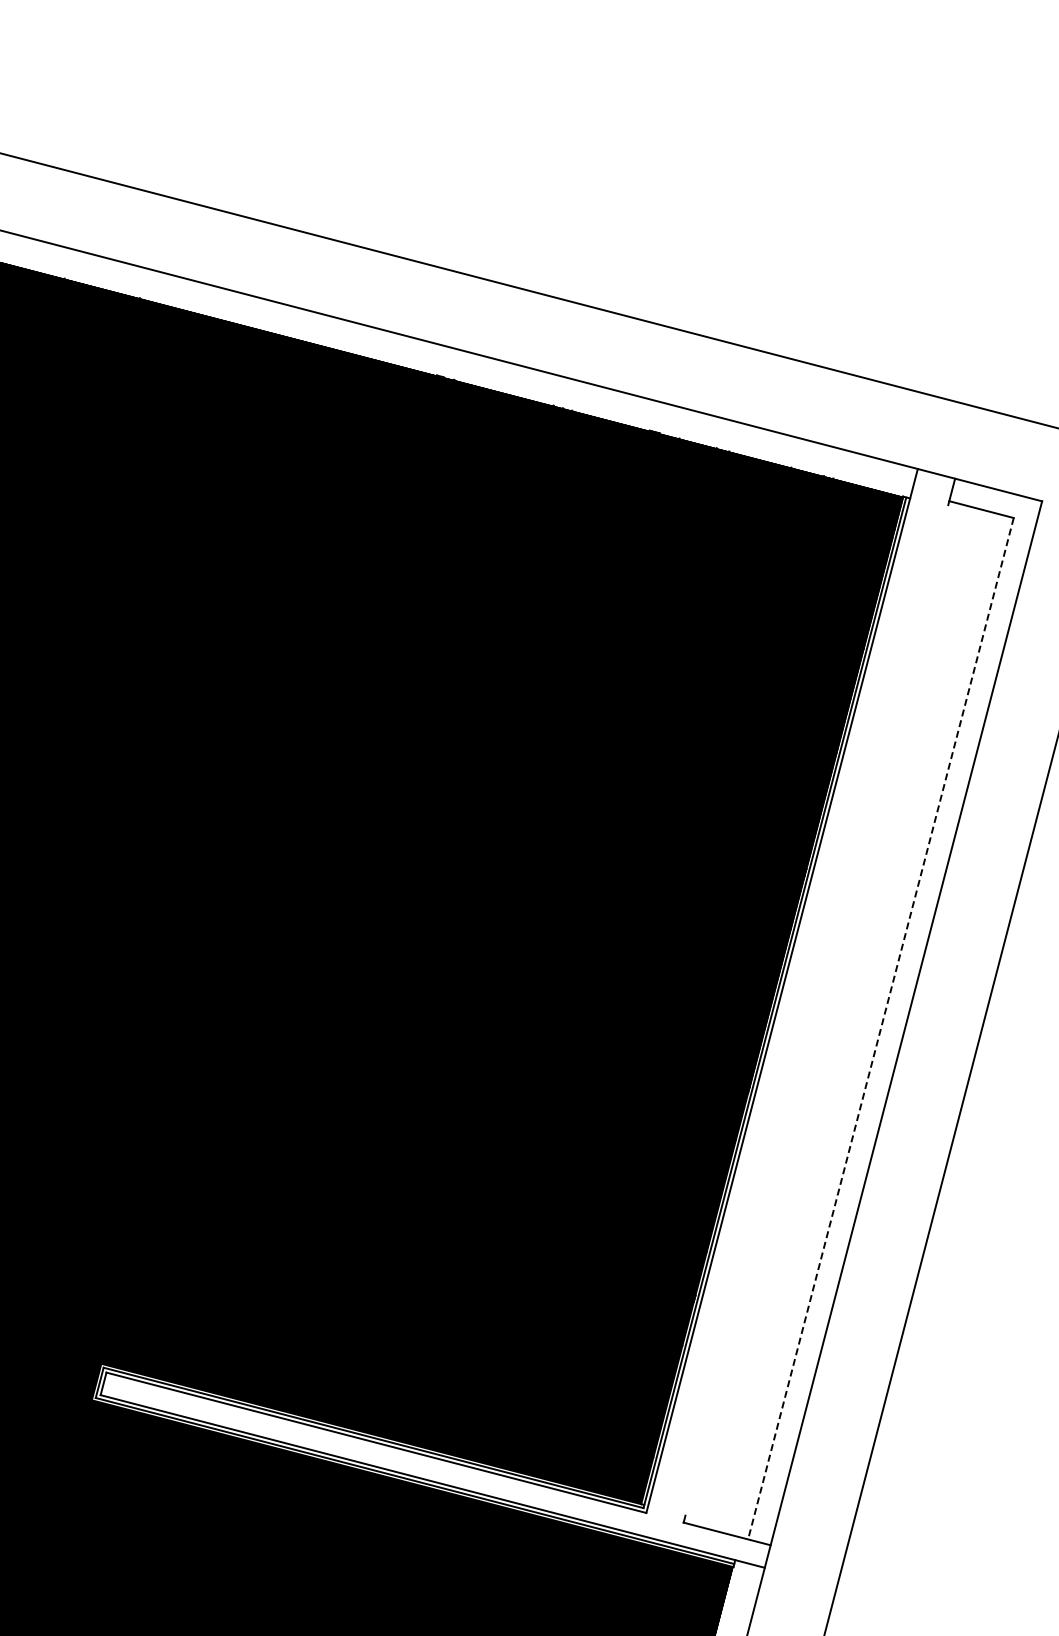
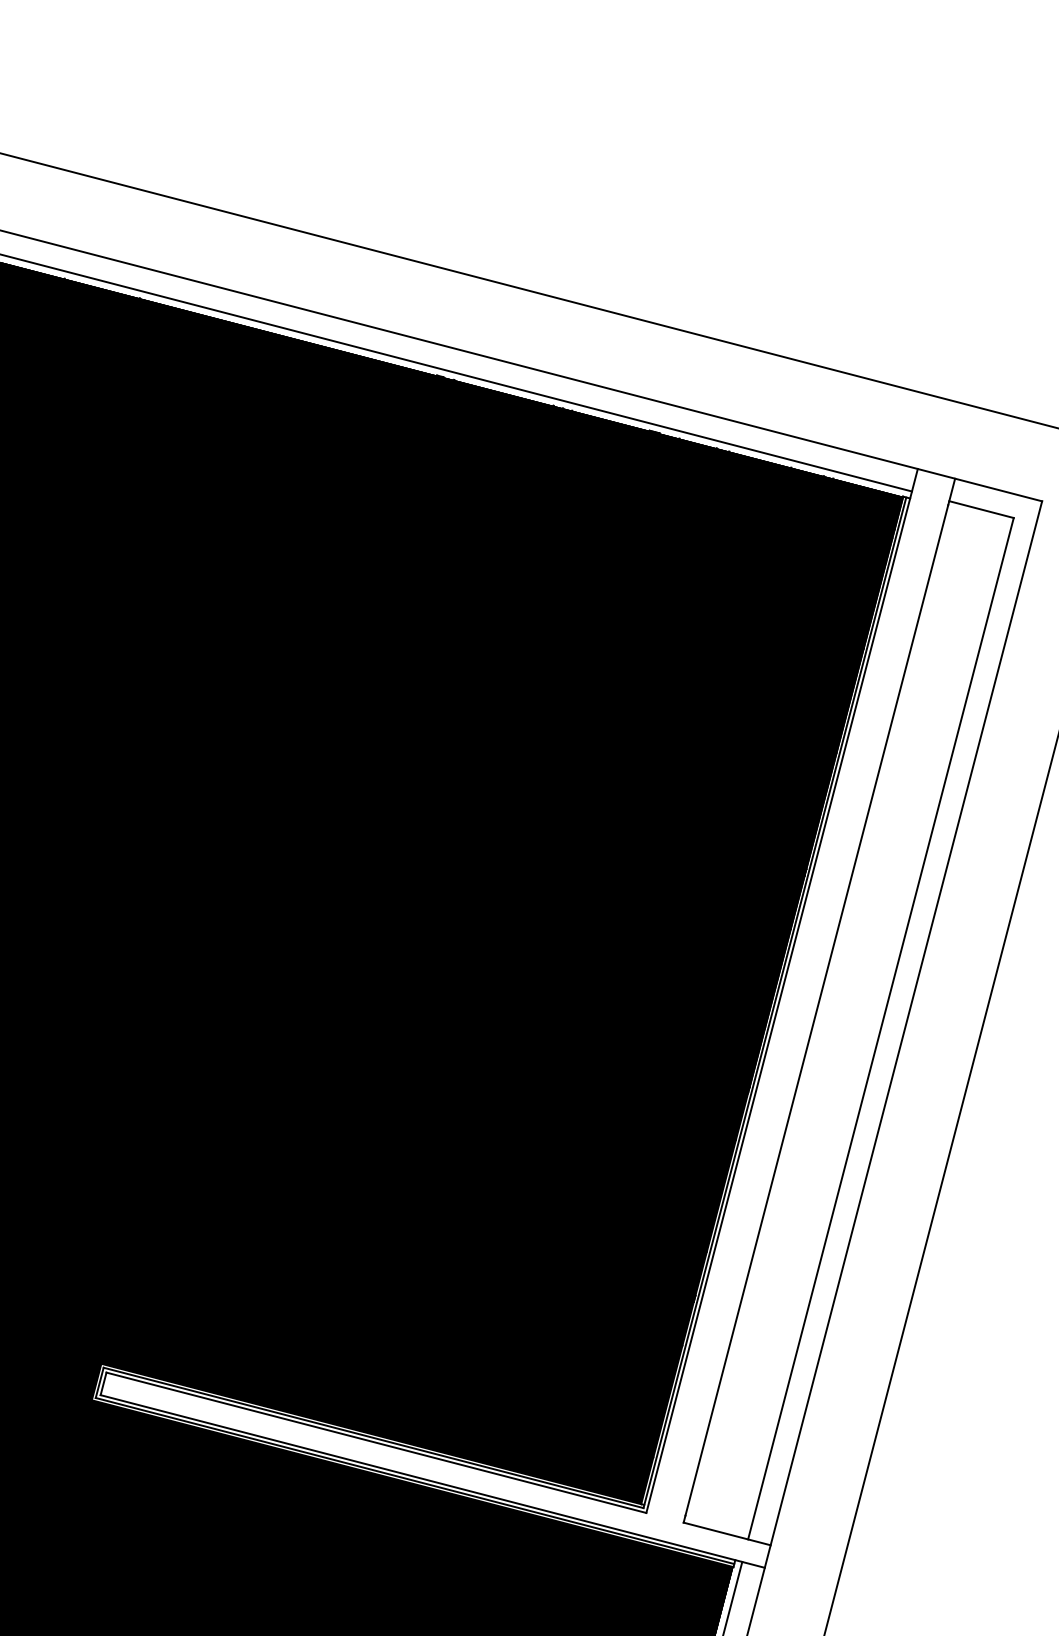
line at (456, 372): none -> present
line at (816, 1010): none -> present
line at (880, 1028): dashed -> solid
line at (732, 1596): none -> present
